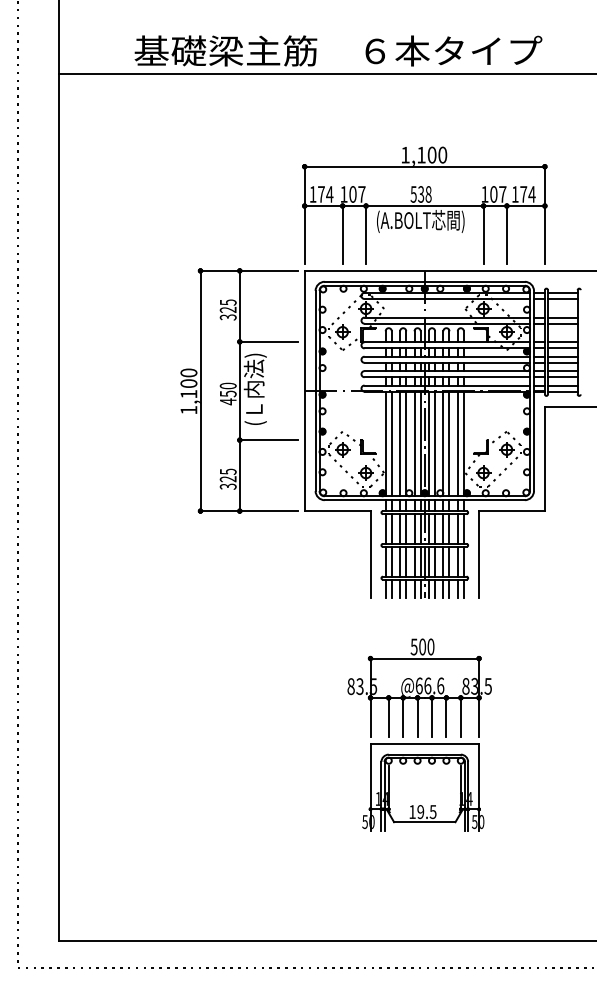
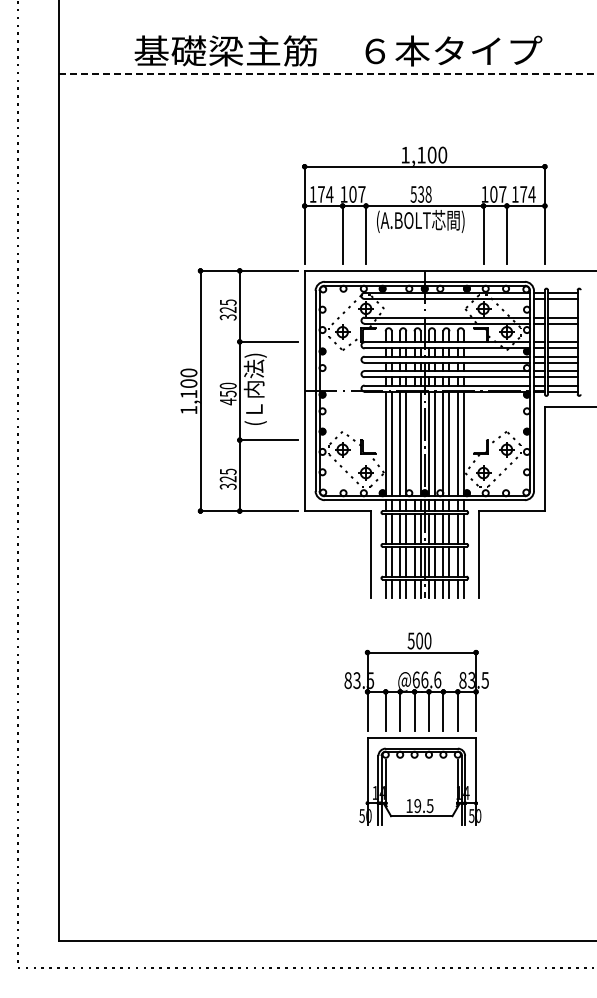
line at (327, 73): solid -> dashed
line at (414, 443): present -> none
part at (419, 734) position: (419, 734) -> (416, 728)
